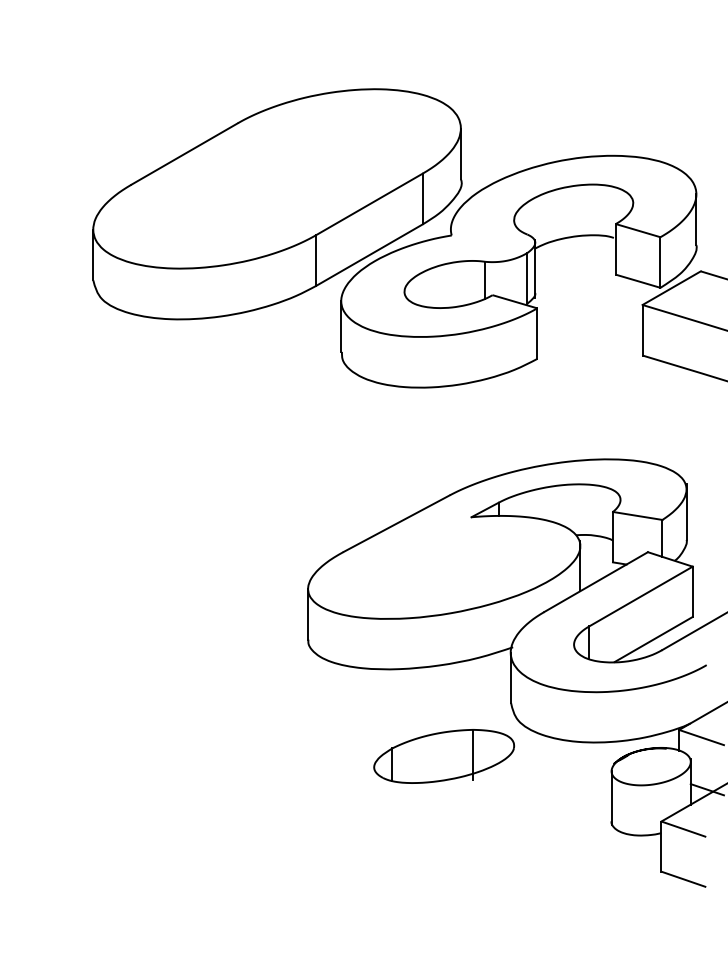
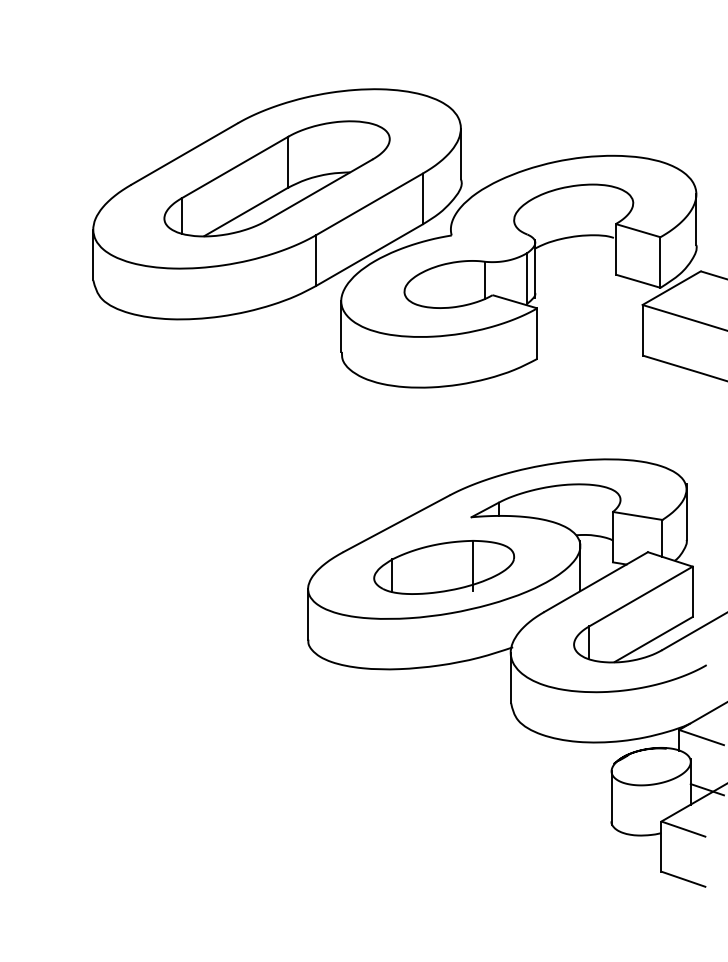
part at (276, 178): none -> present
part at (443, 756) position: (443, 756) -> (443, 567)
